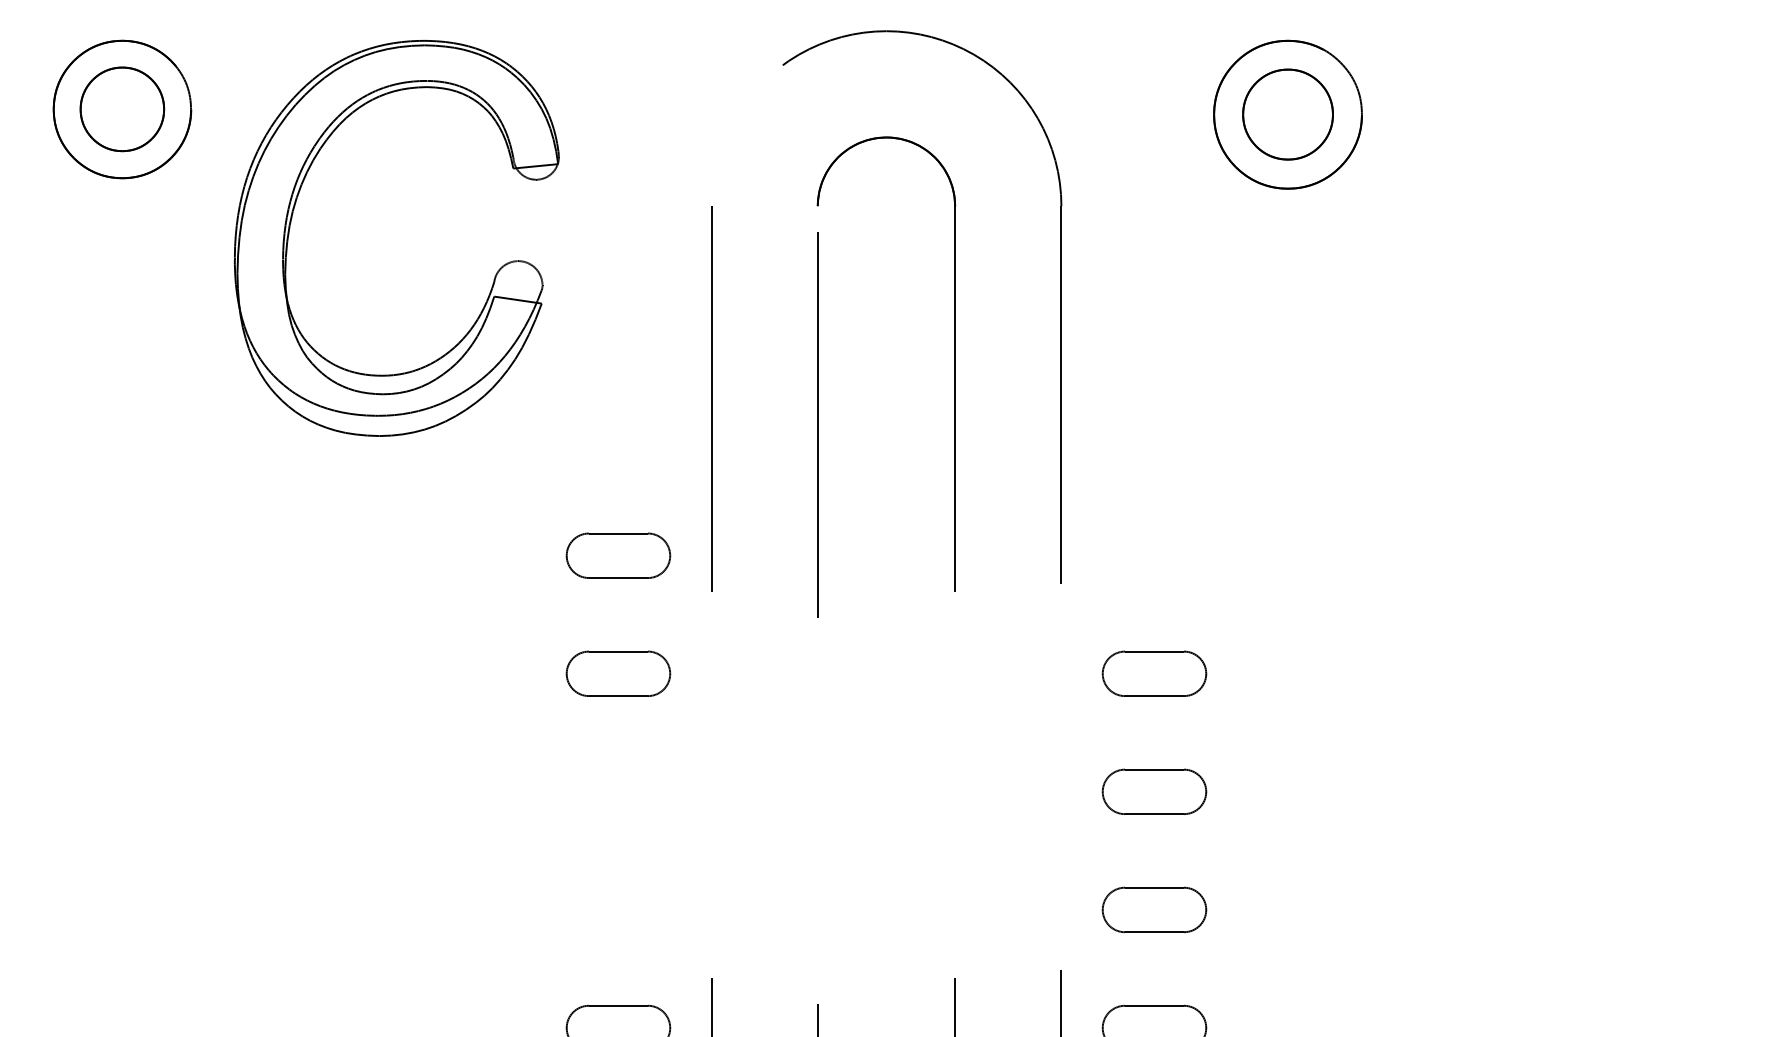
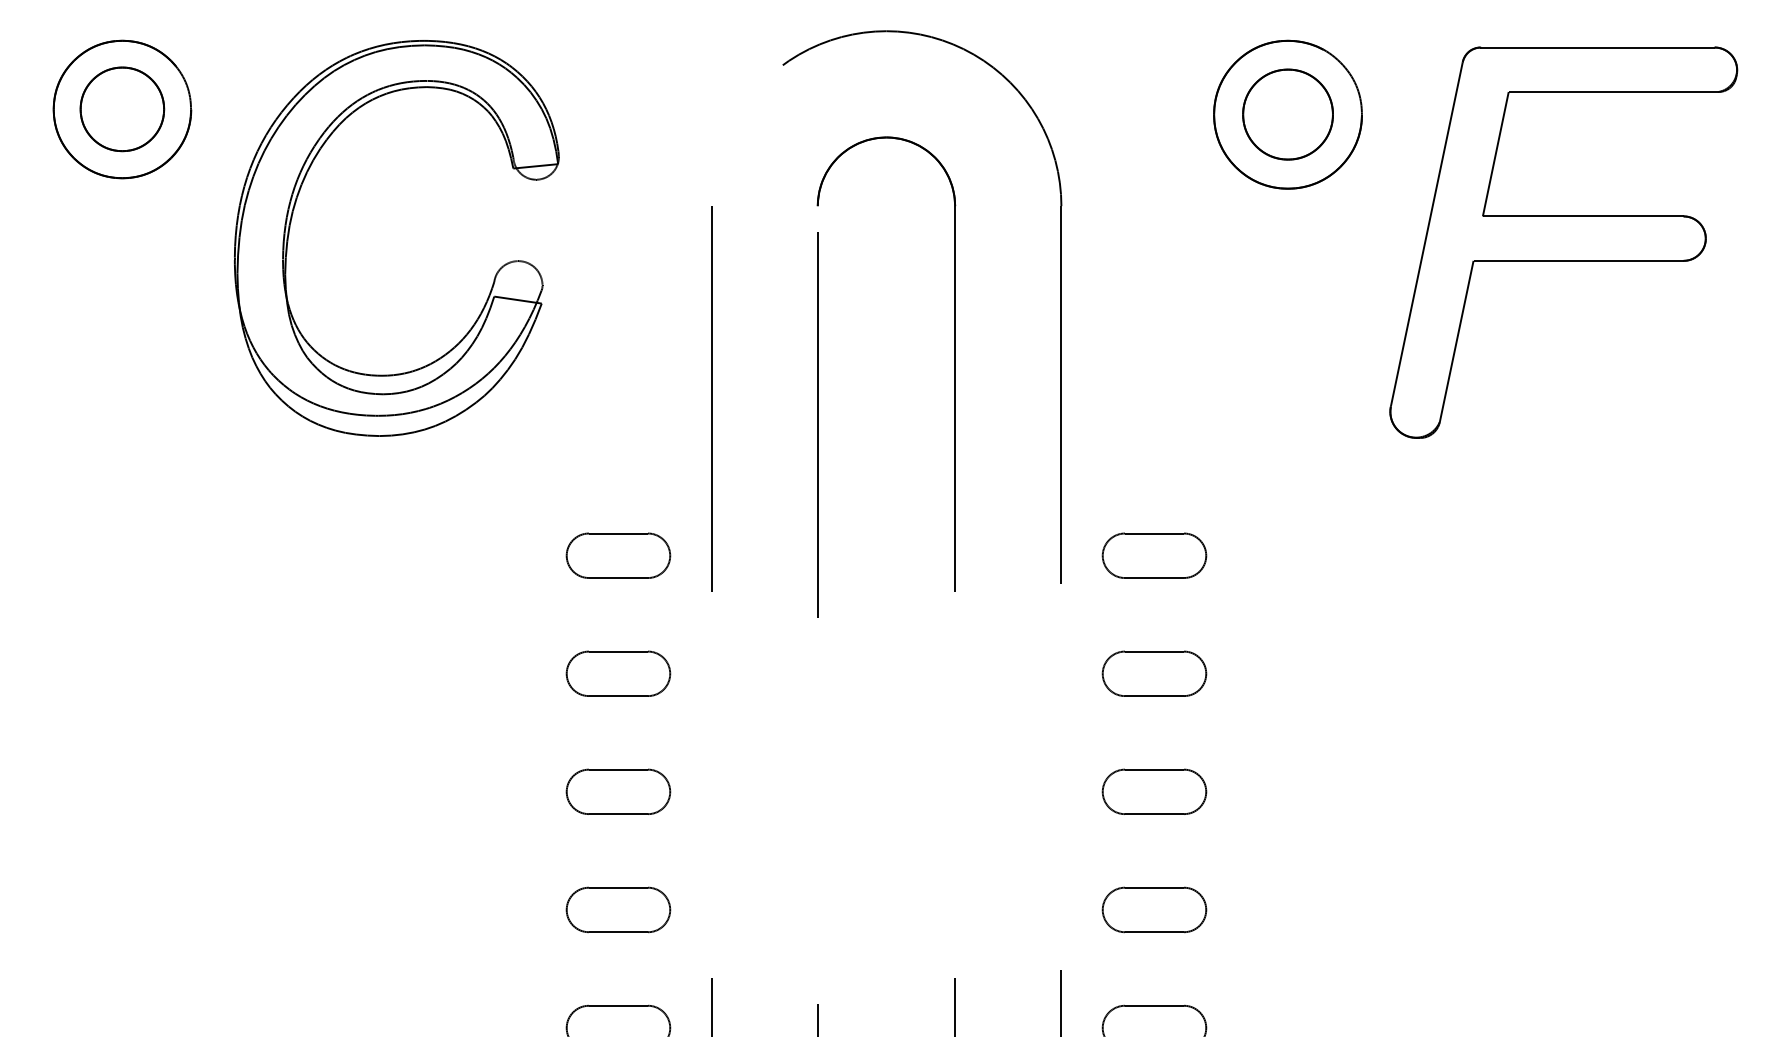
part at (1563, 242): none -> present
part at (1154, 555): none -> present
part at (618, 791): none -> present
part at (618, 909): none -> present
